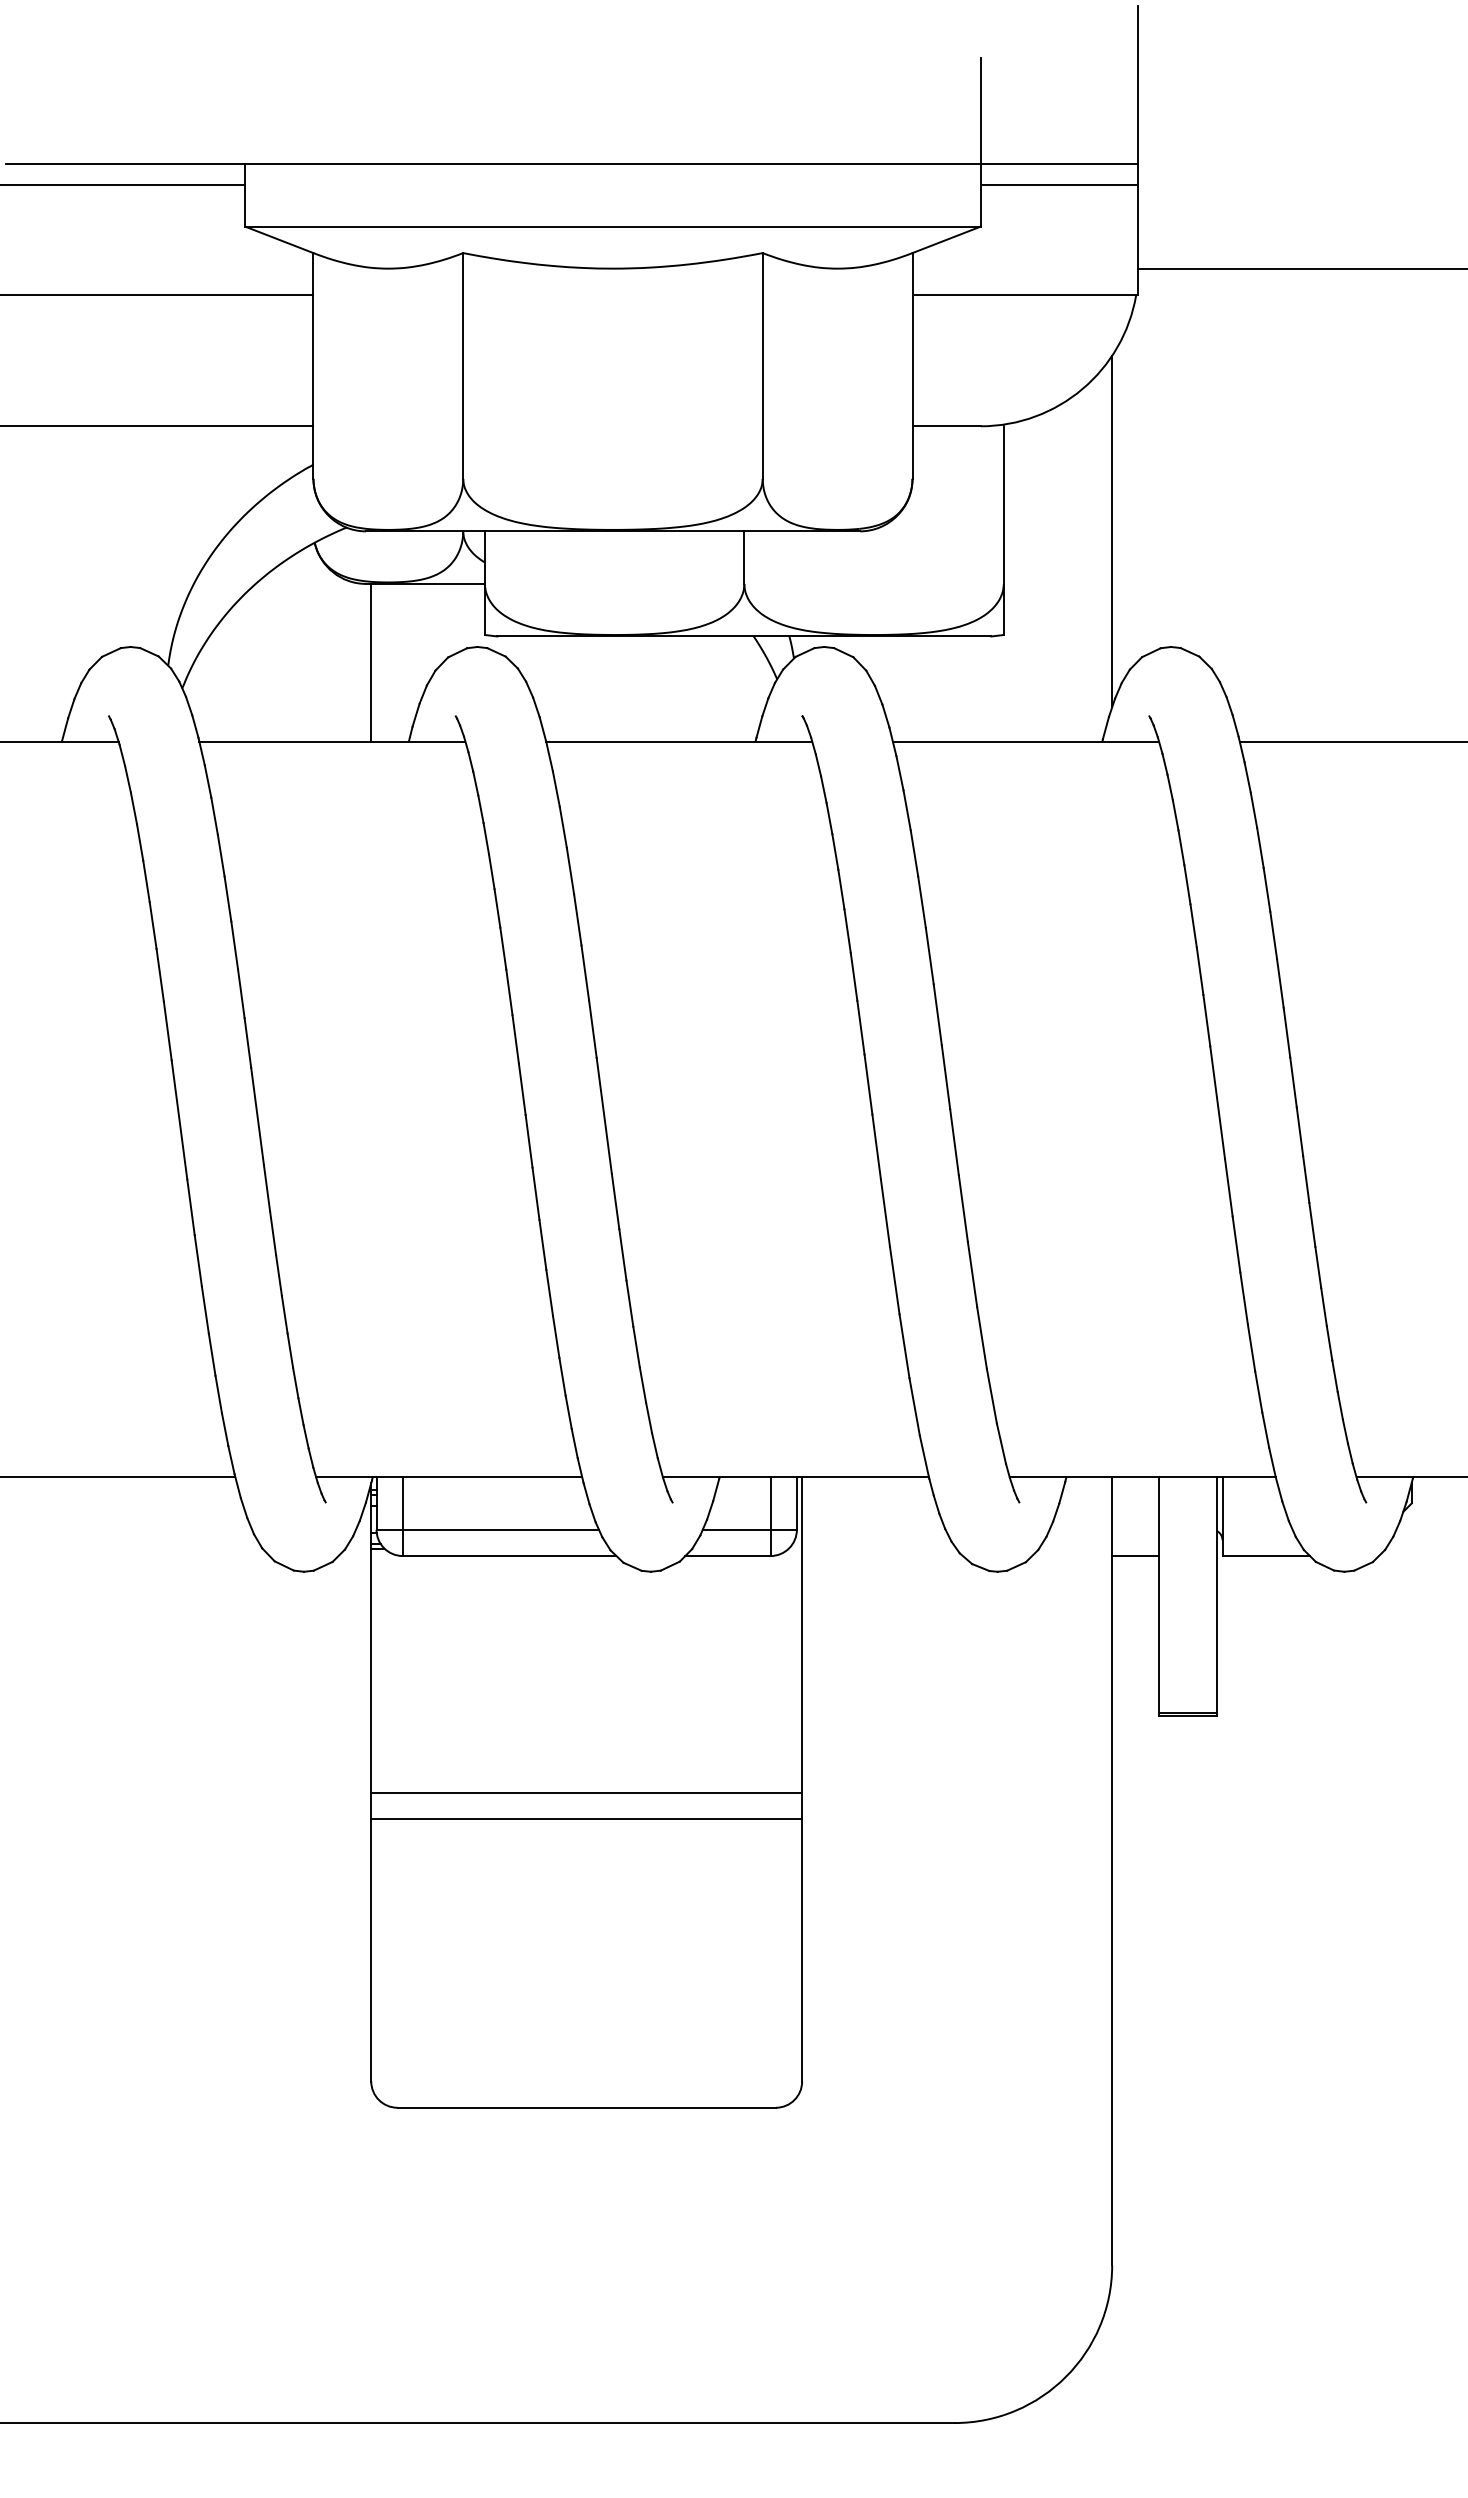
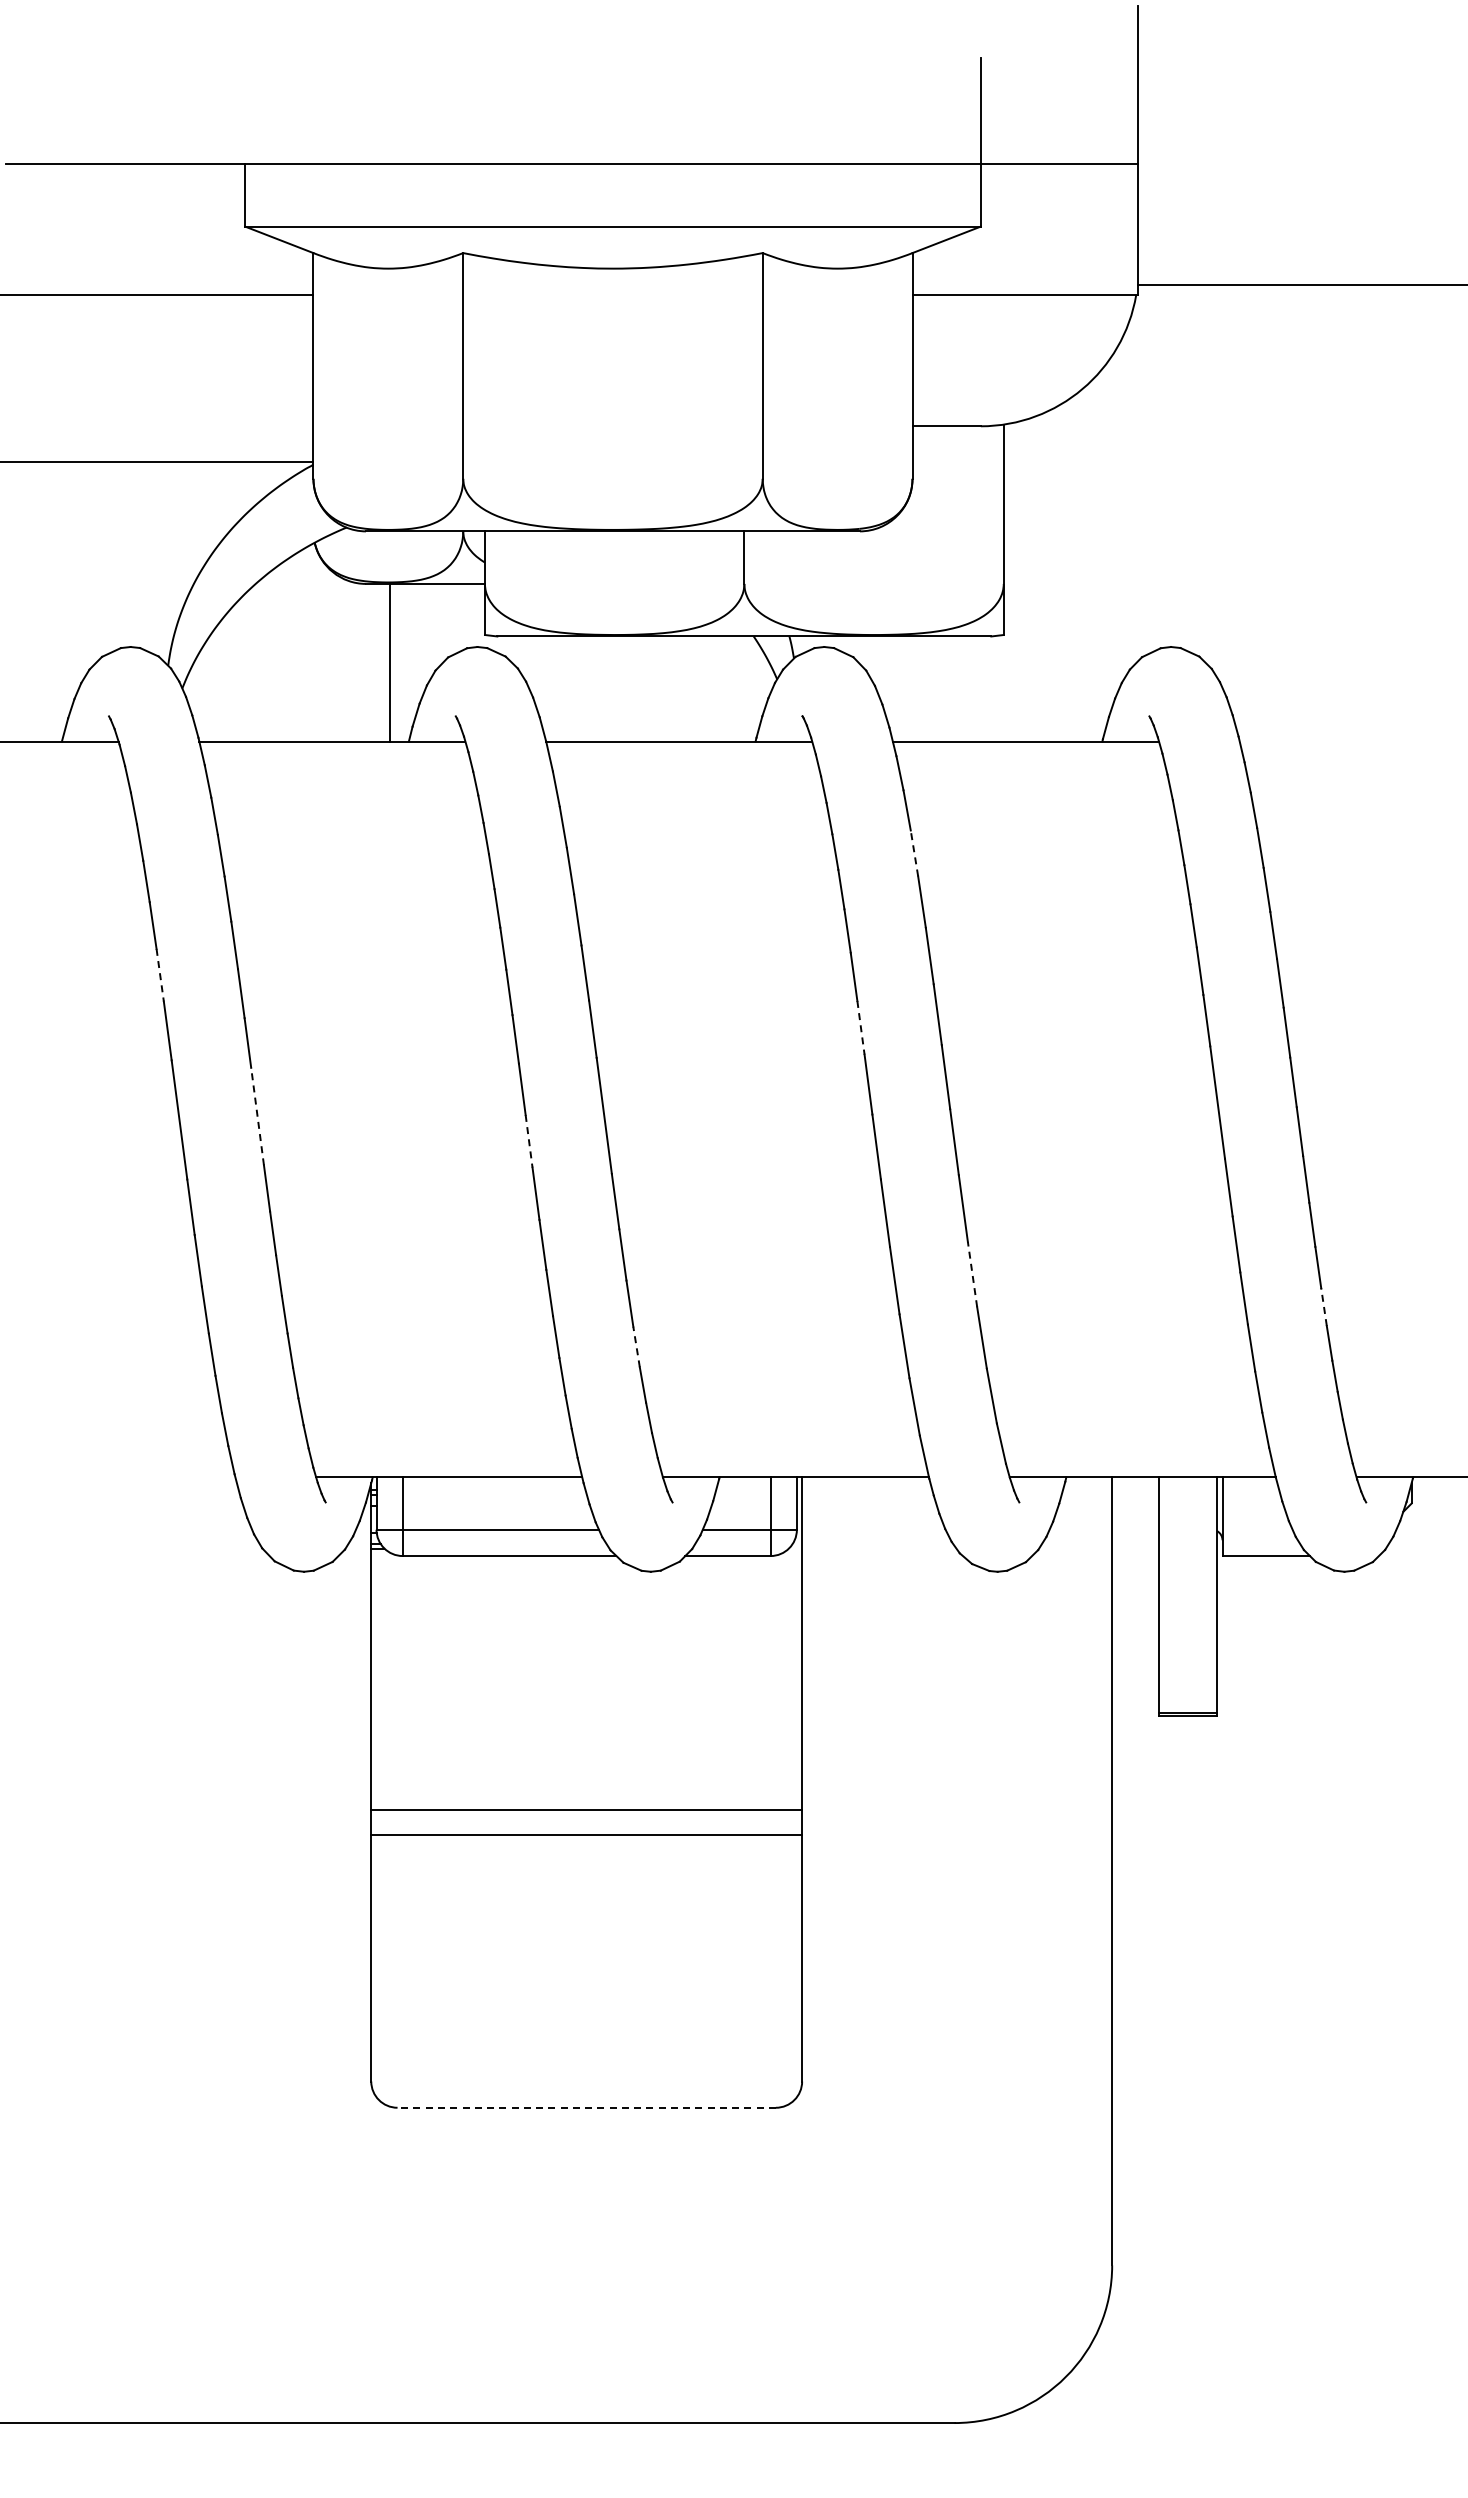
line at (123, 185): present -> none
line at (1059, 185): present -> none
line at (1301, 268) position: (1301, 268) -> (1301, 284)
line at (157, 426) position: (157, 426) -> (157, 462)
line at (1112, 531): present -> none
line at (371, 662) position: (371, 662) -> (390, 662)
line at (1351, 741): present -> none
line at (914, 852): solid -> dashed
line at (160, 975): solid -> dashed
line at (861, 1028): solid -> dashed
line at (257, 1116): solid -> dashed
line at (529, 1141): solid -> dashed
line at (972, 1274): solid -> dashed
line at (1323, 1306): solid -> dashed
line at (636, 1347): solid -> dashed
line at (118, 1477): present -> none
line at (1135, 1556): present -> none
line at (586, 1792) position: (586, 1792) -> (586, 1809)
line at (586, 1818) position: (586, 1818) -> (586, 1834)
line at (586, 2107): solid -> dashed
